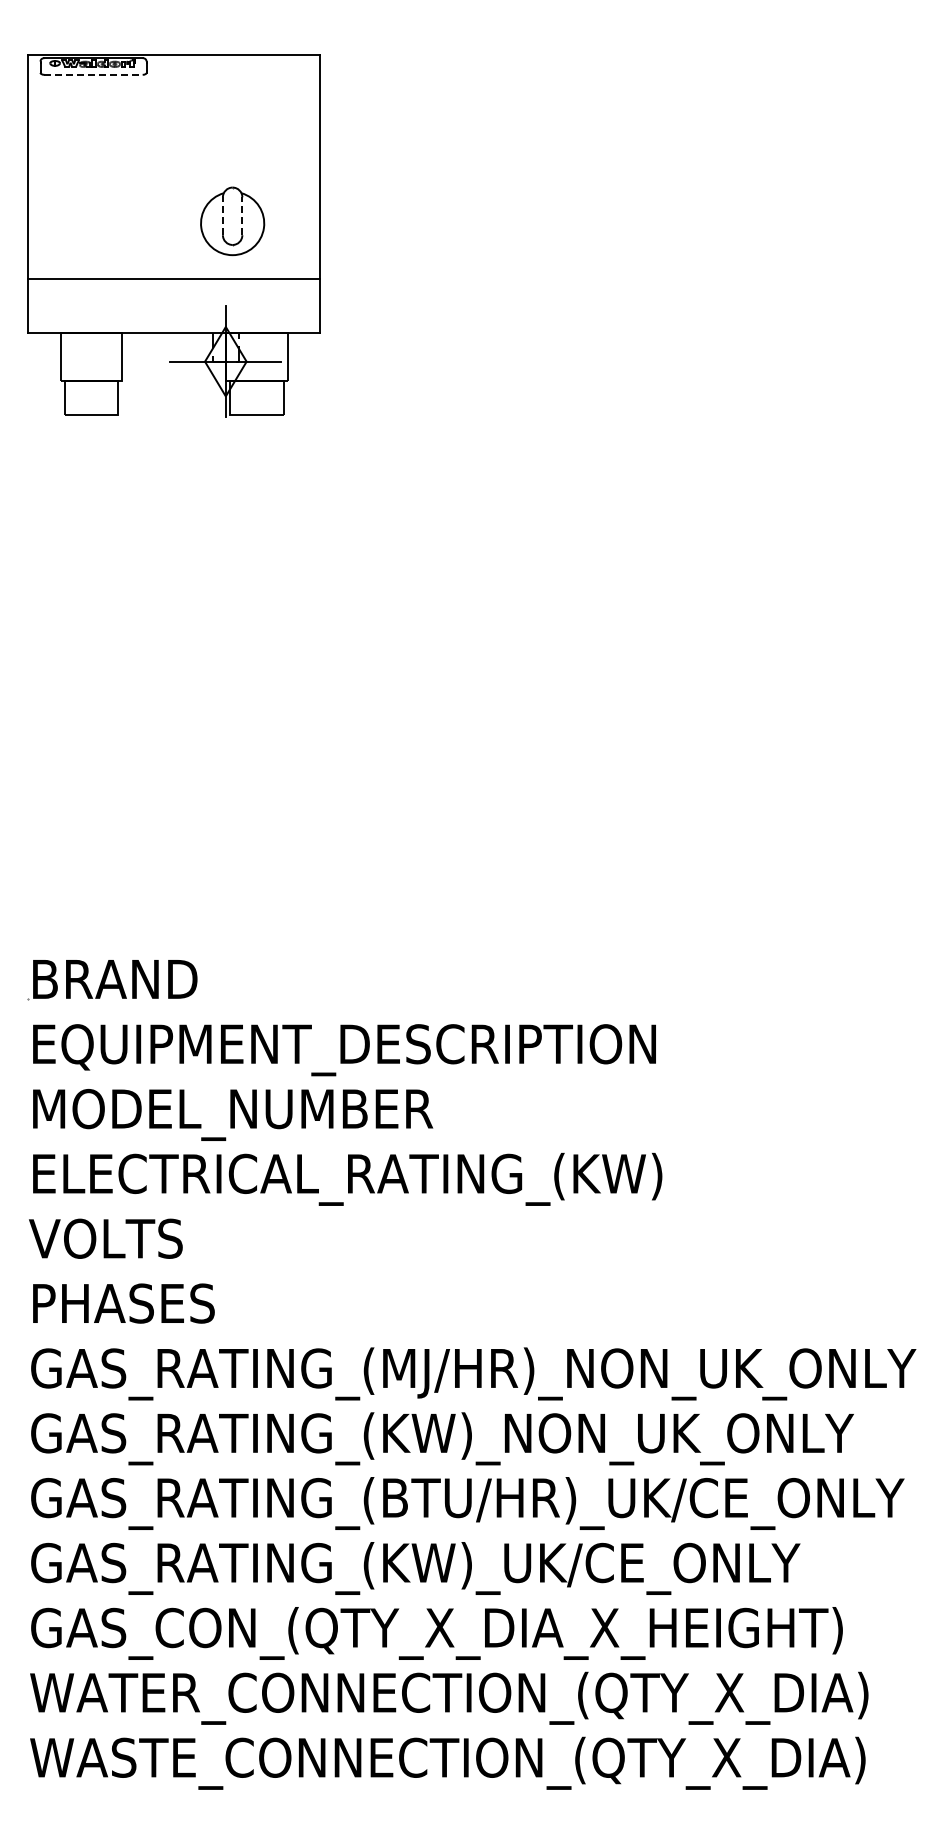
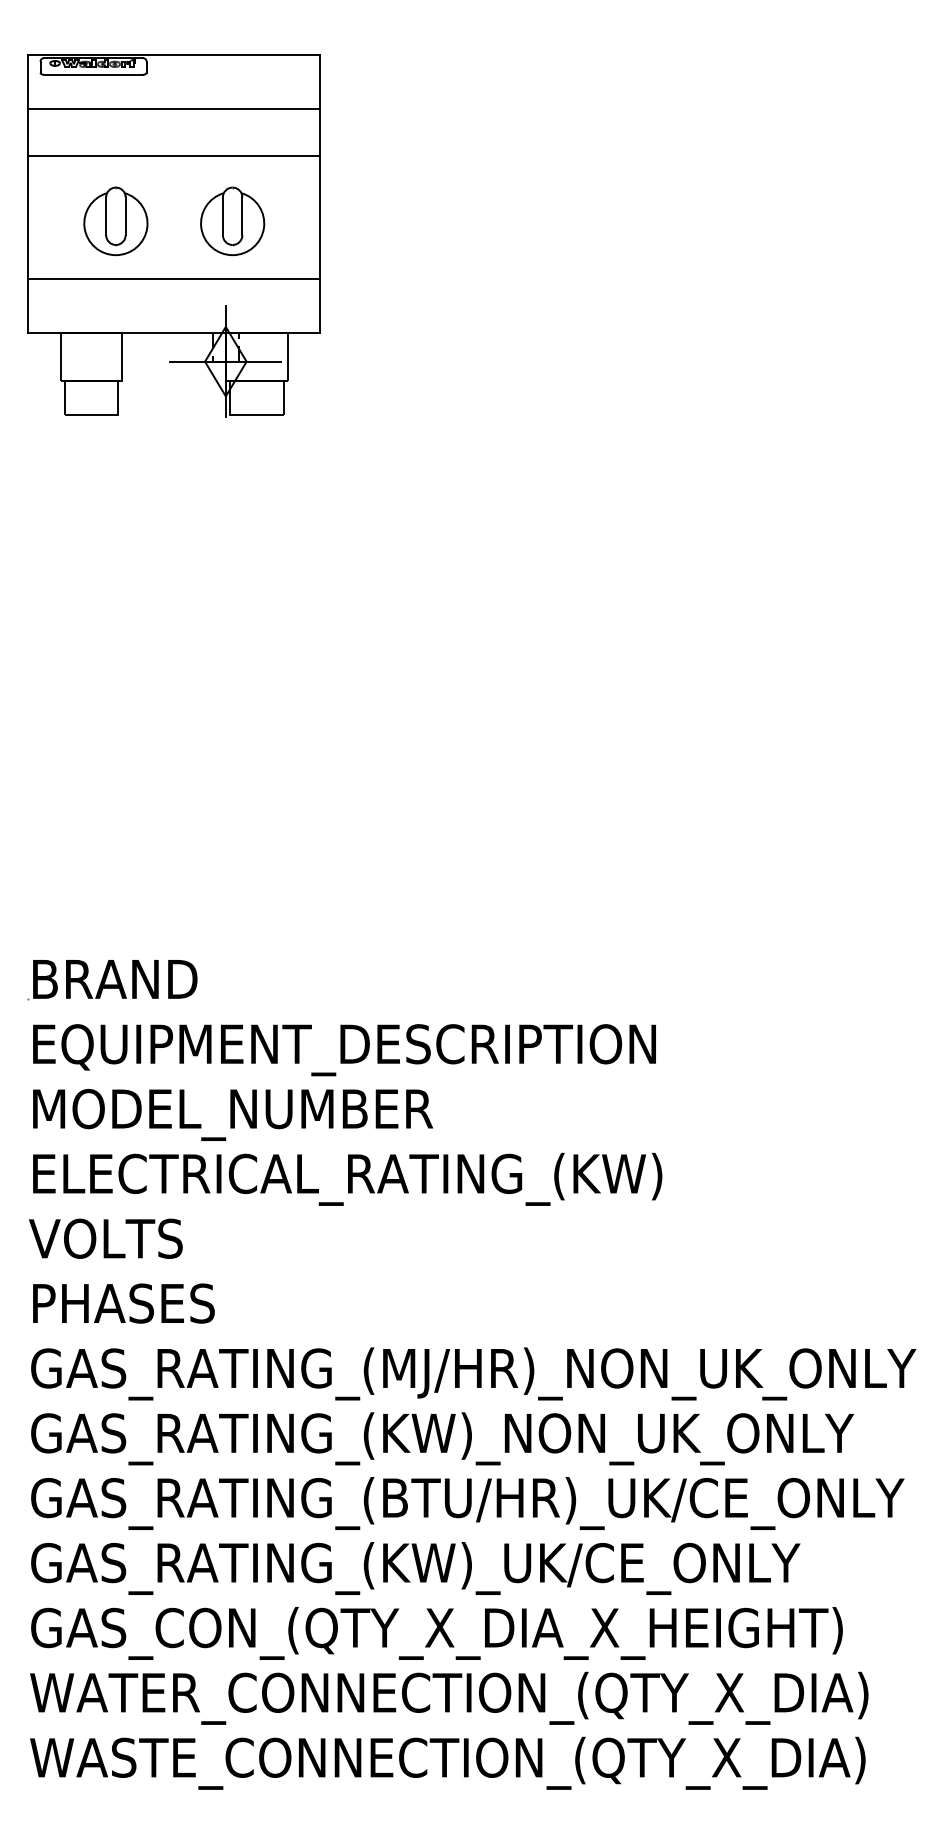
line at (94, 74): dashed -> solid
line at (174, 108): none -> present
line at (174, 156): none -> present
line at (222, 216): dashed -> solid
line at (242, 216): dashed -> solid
part at (115, 221): none -> present
